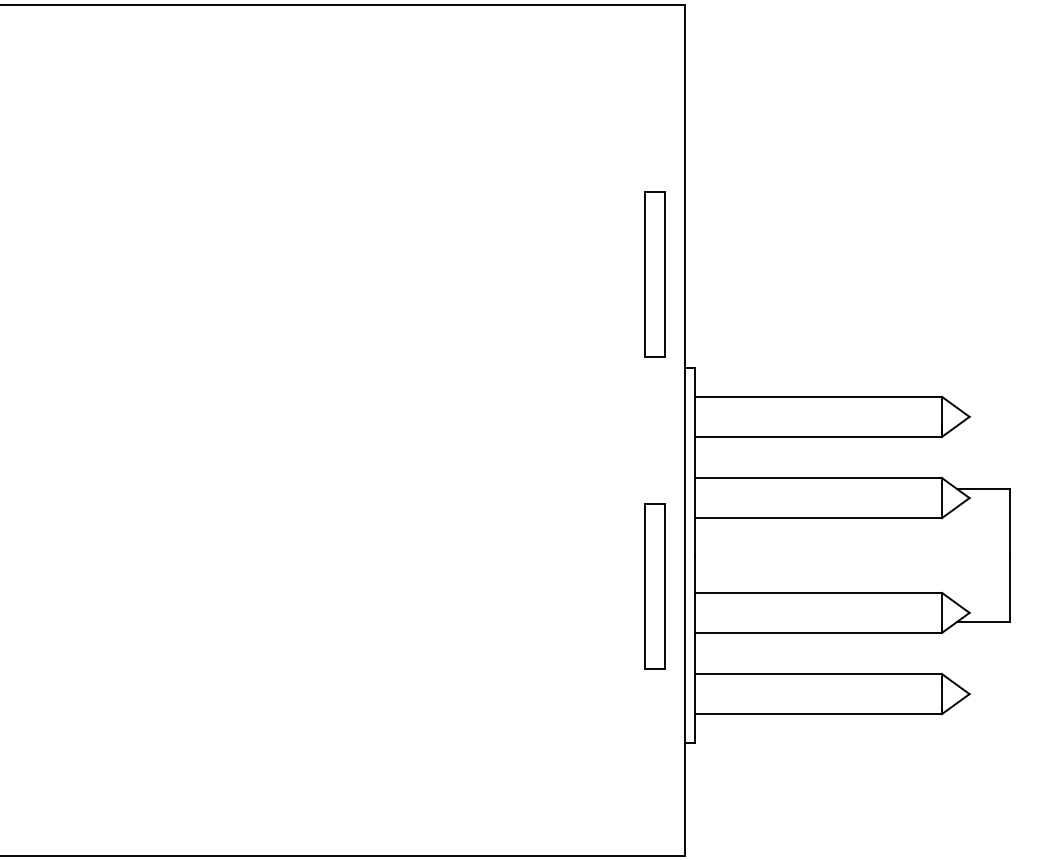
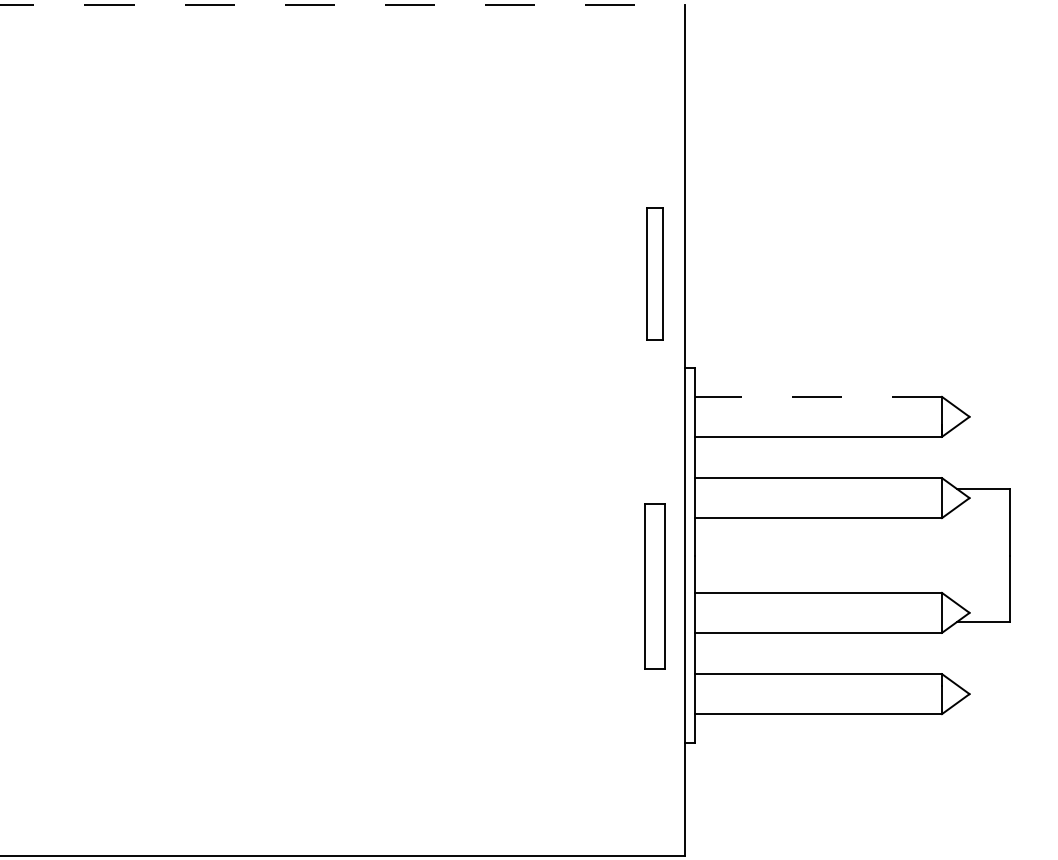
line at (342, 5): solid -> dashed
part at (654, 274) size: 22x167 px -> 18x134 px
line at (818, 396): solid -> dashed
